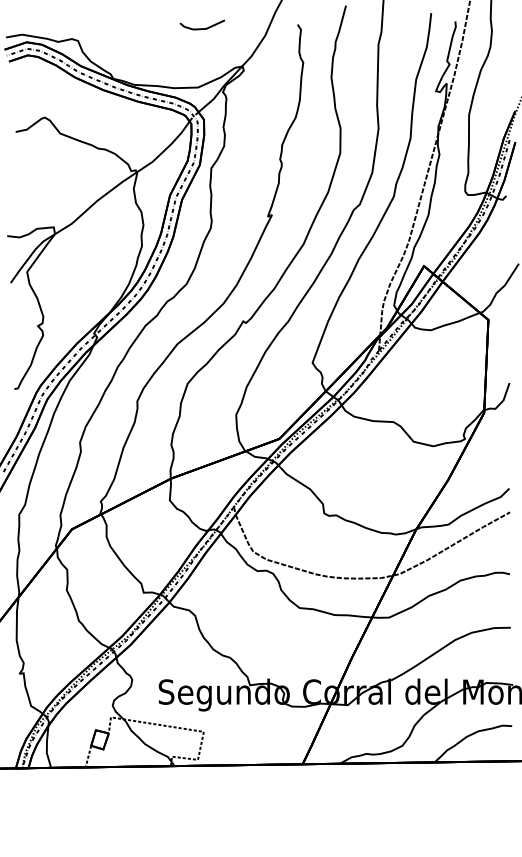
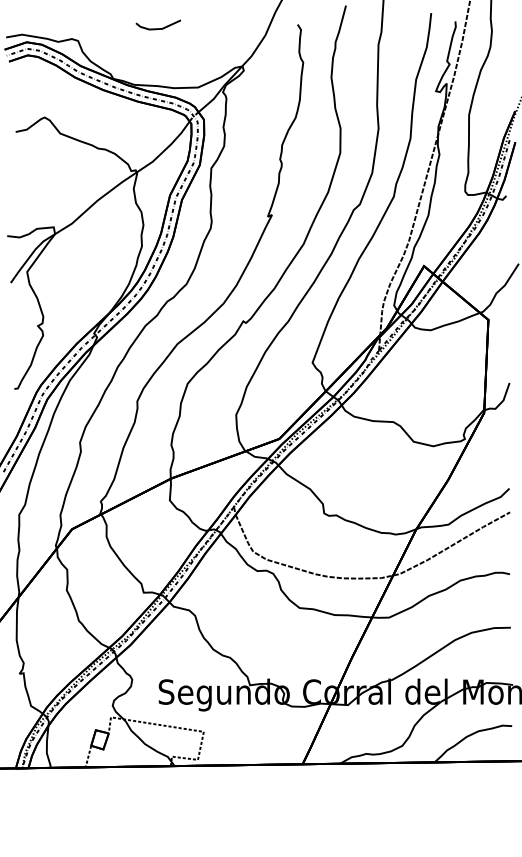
line at (201, 28) position: (201, 28) -> (157, 28)
